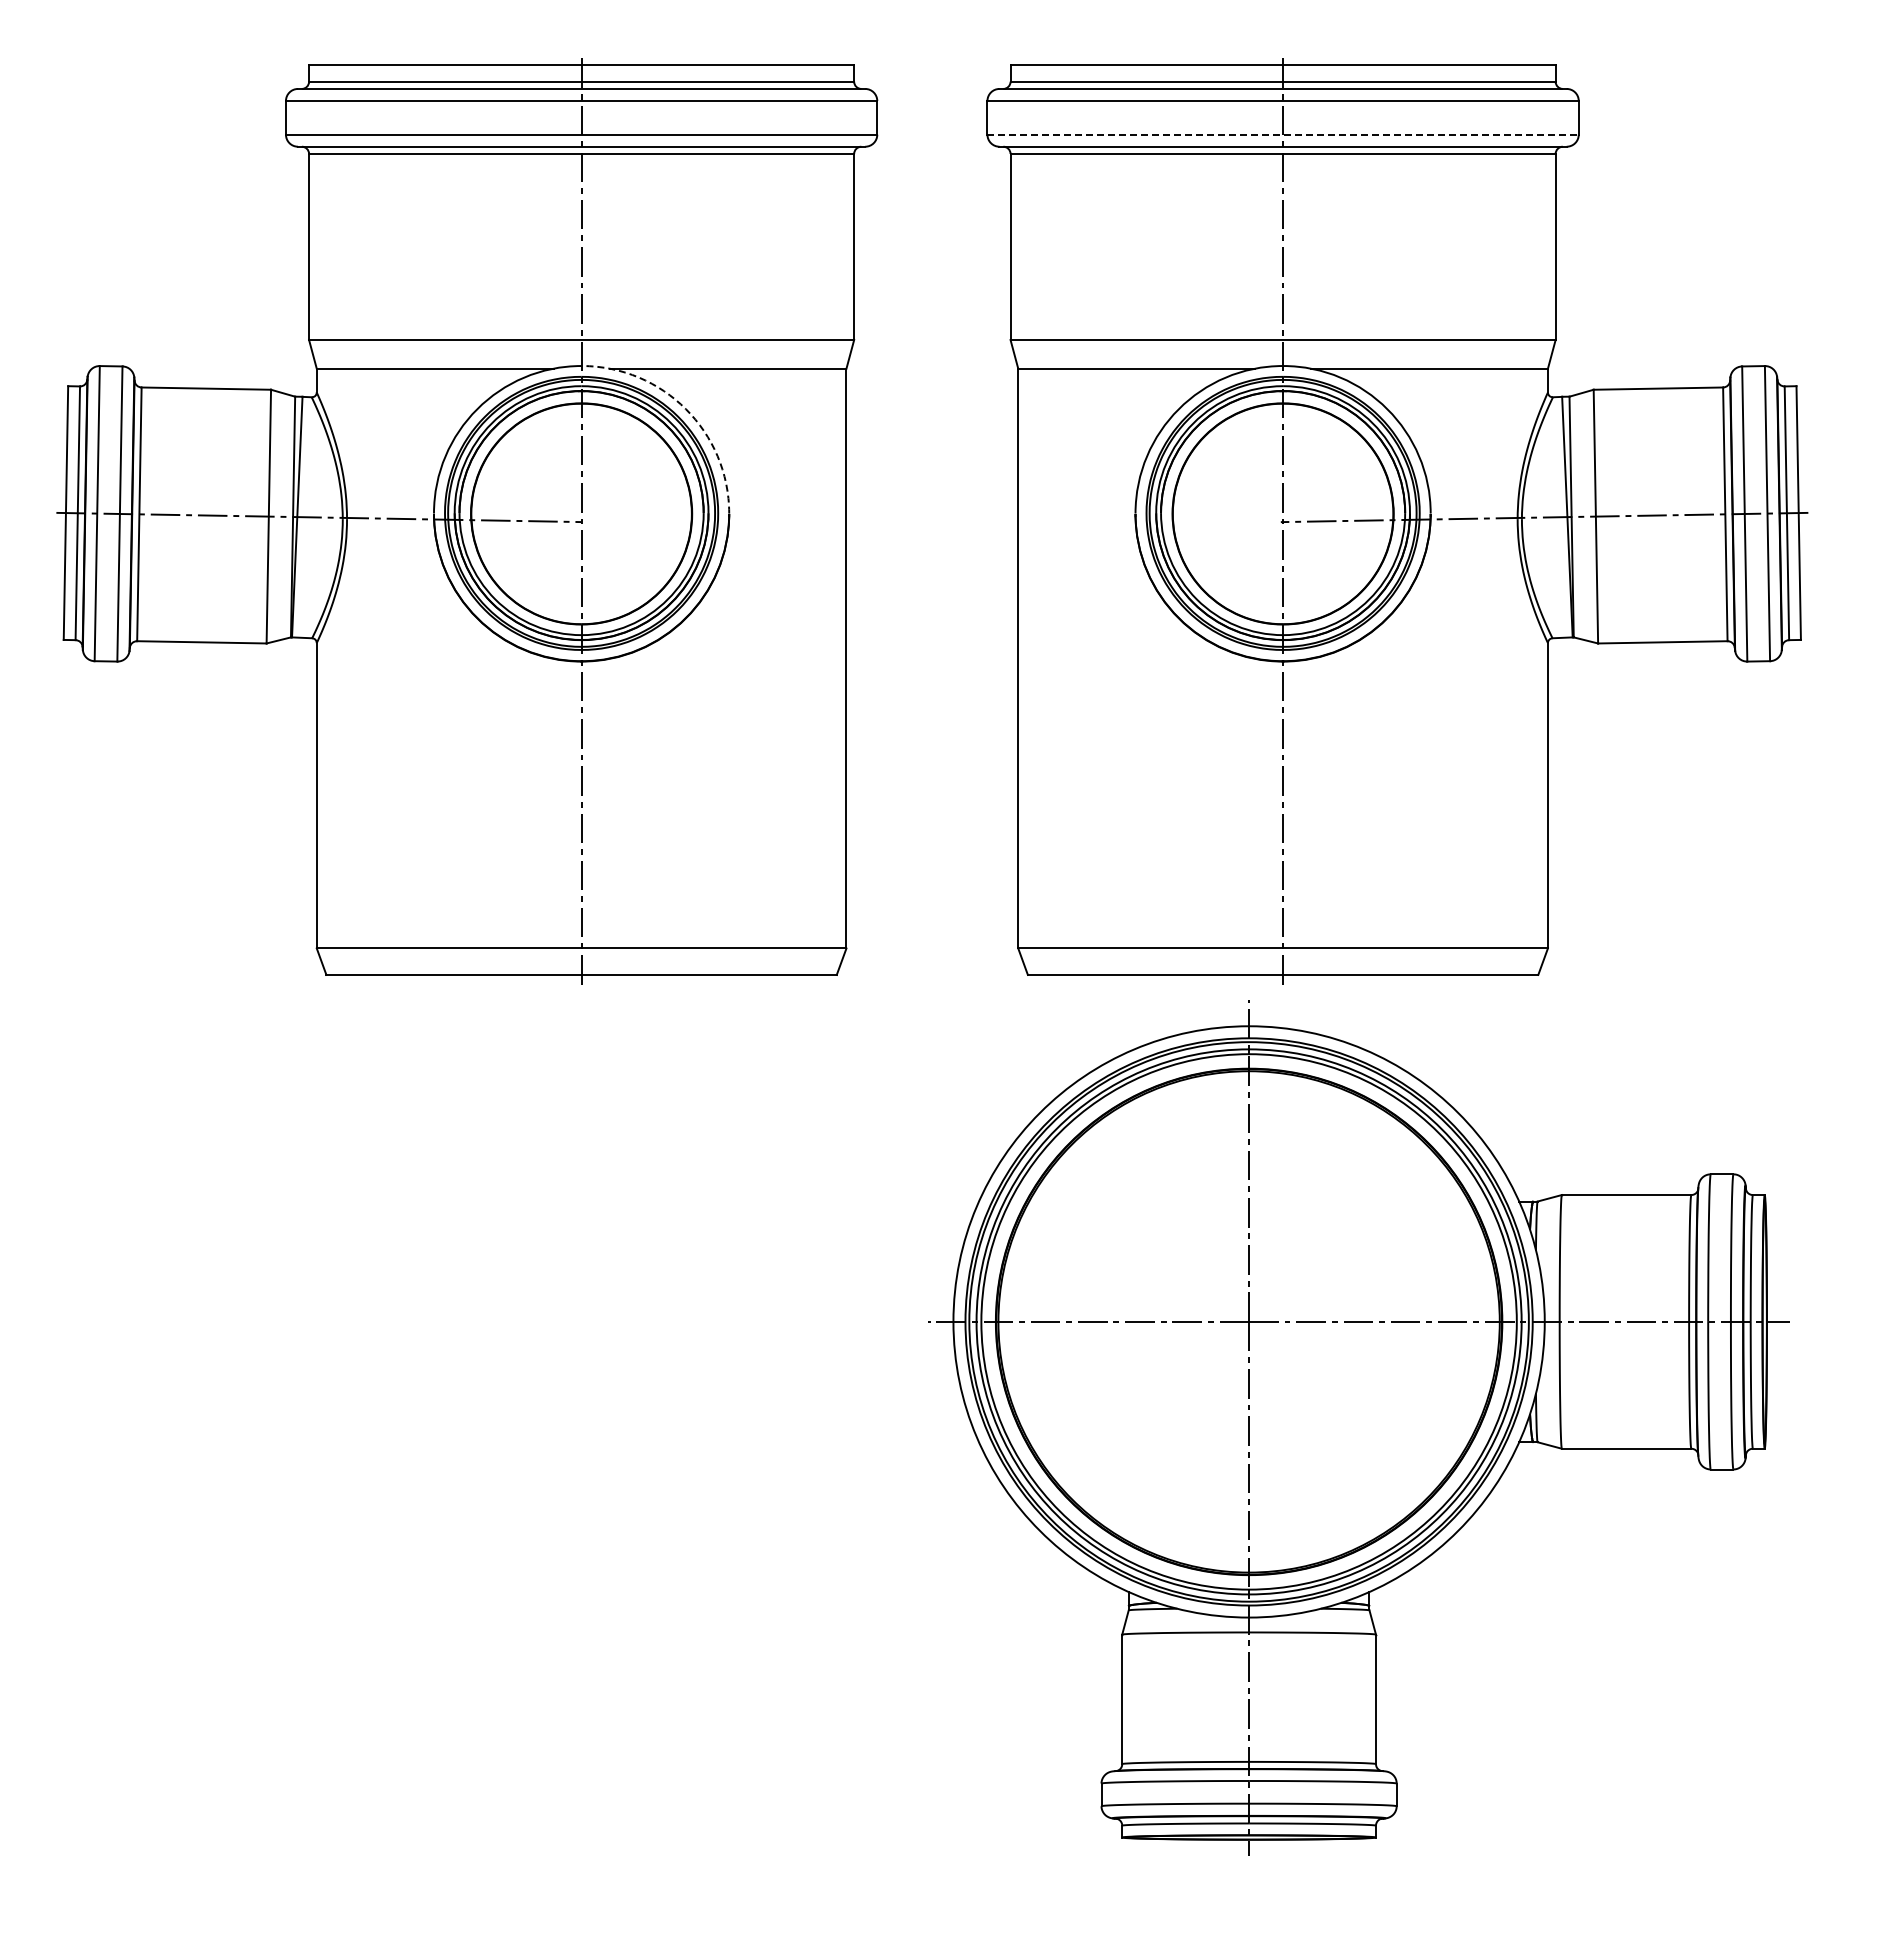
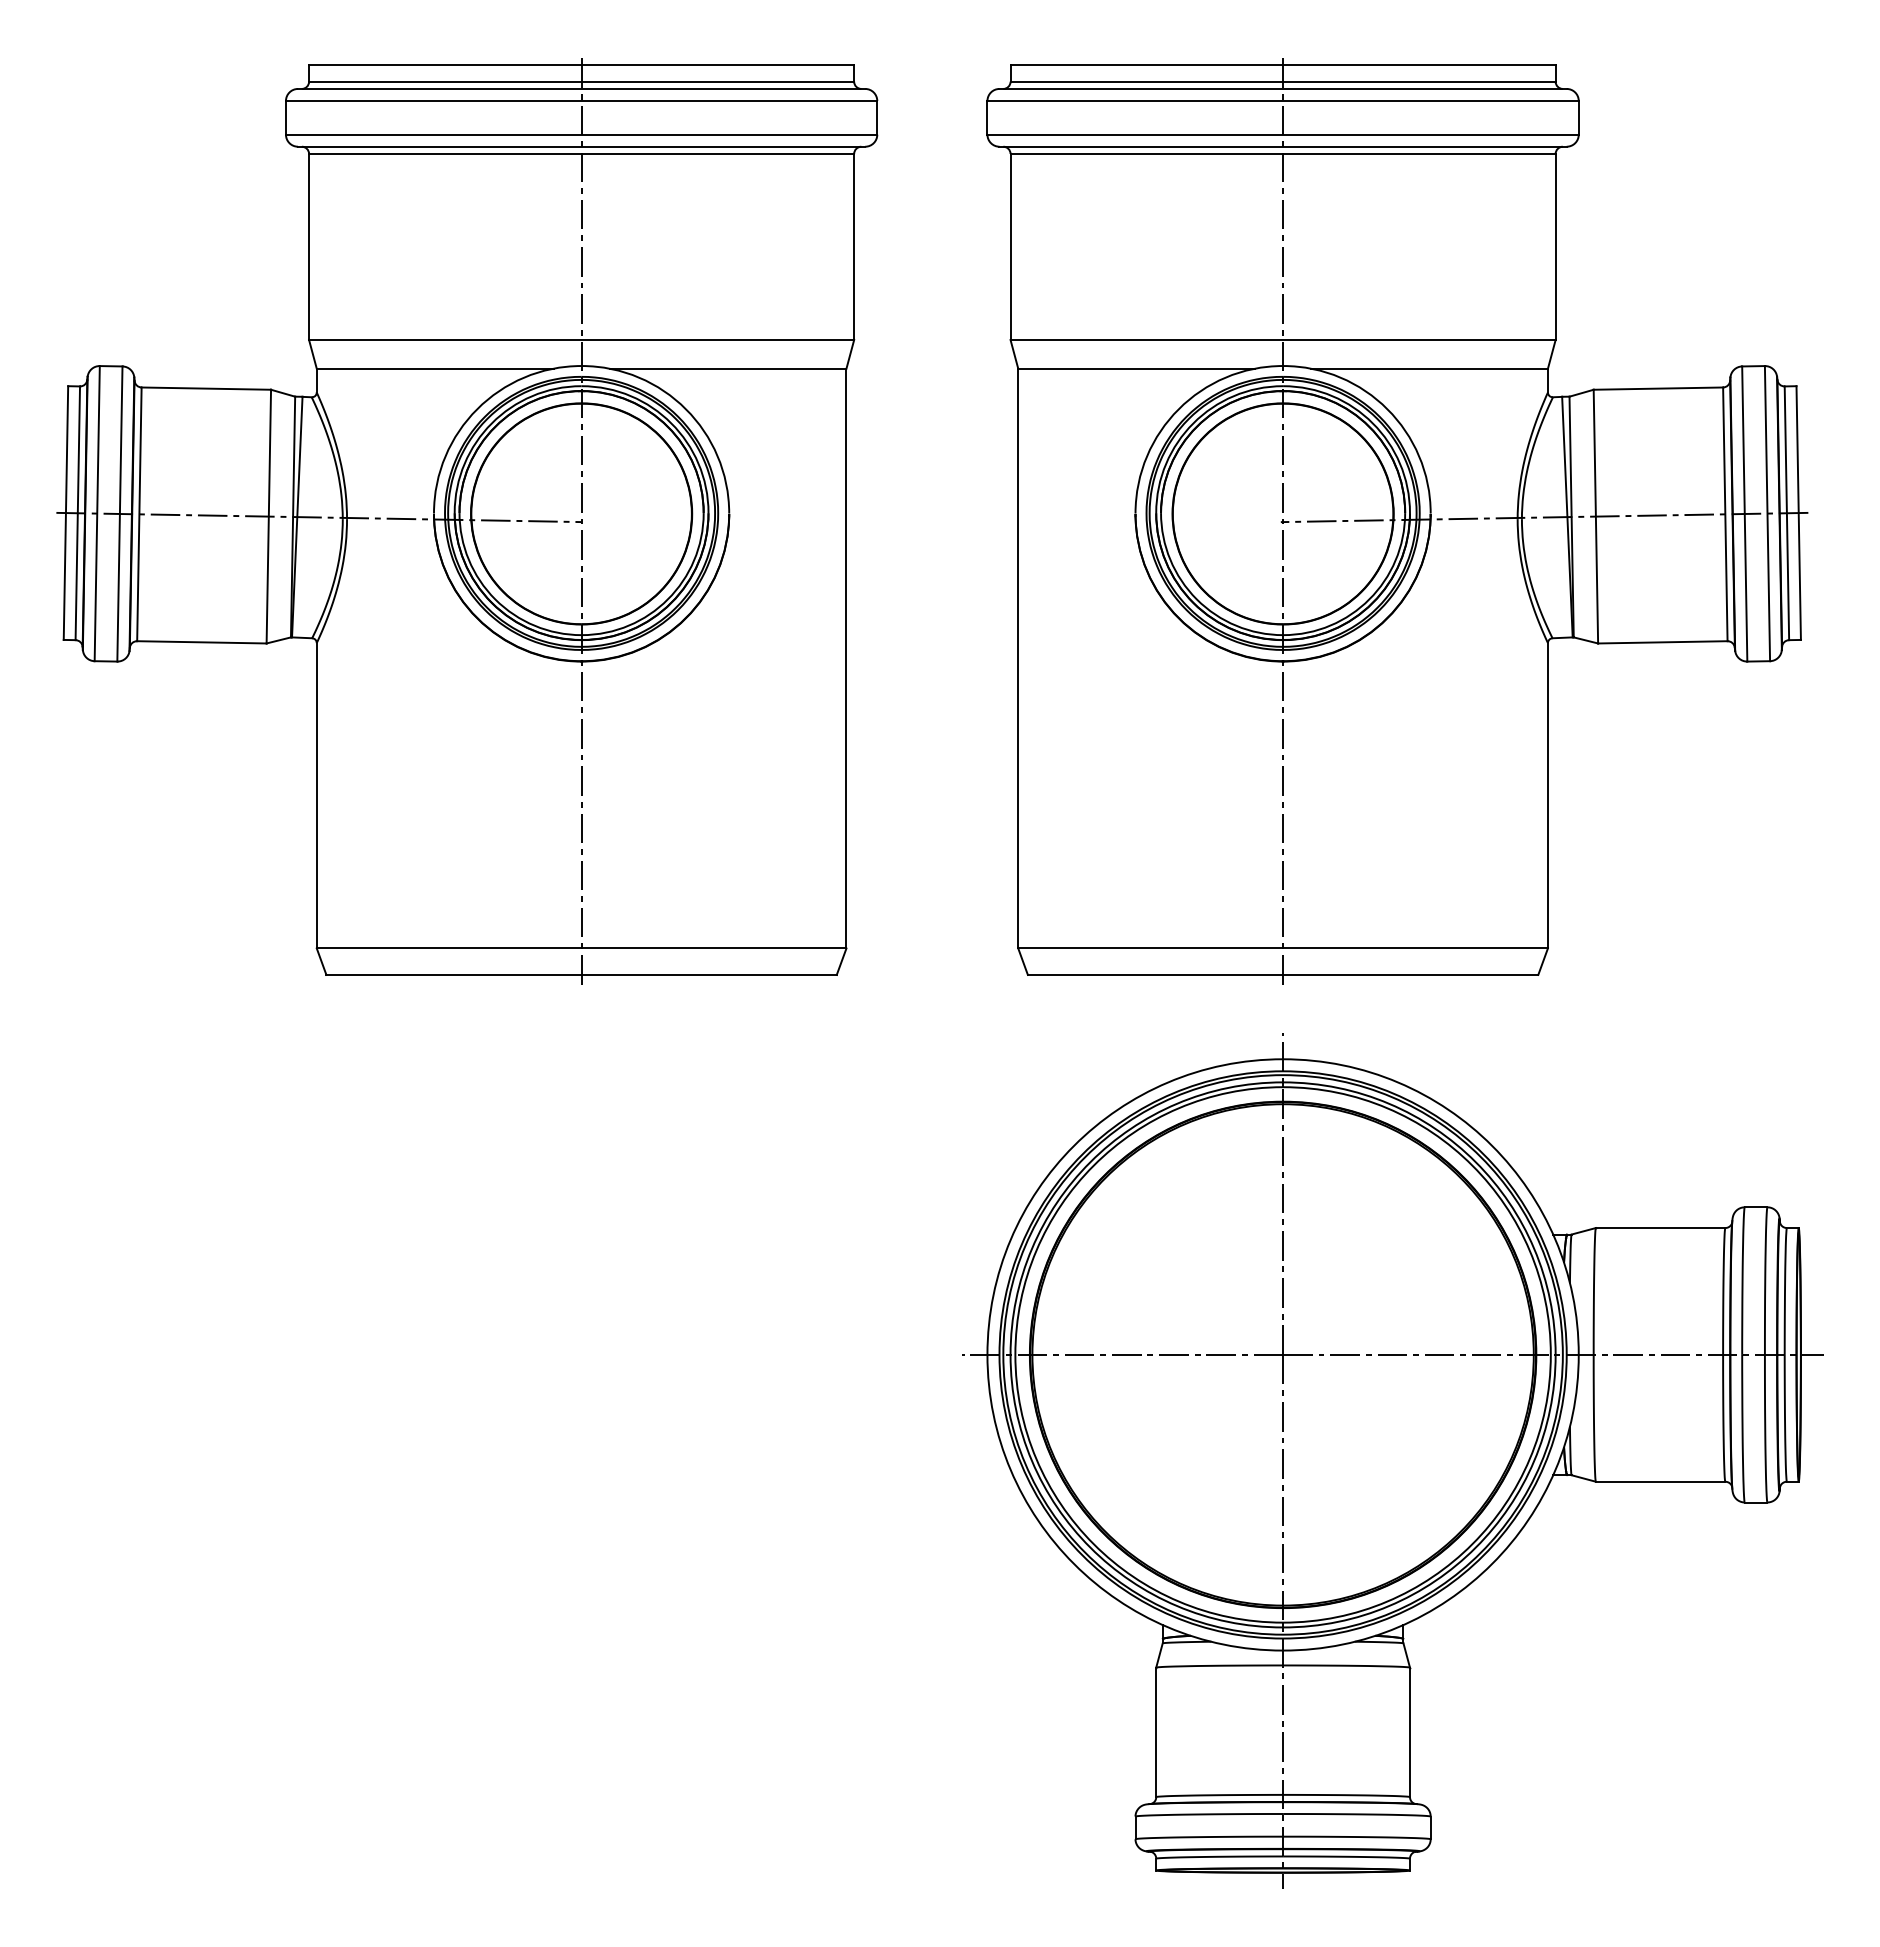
line at (1283, 134): dashed -> solid
arc at (685, 409): dashed -> solid
part at (1358, 1427) position: (1358, 1427) -> (1392, 1460)
